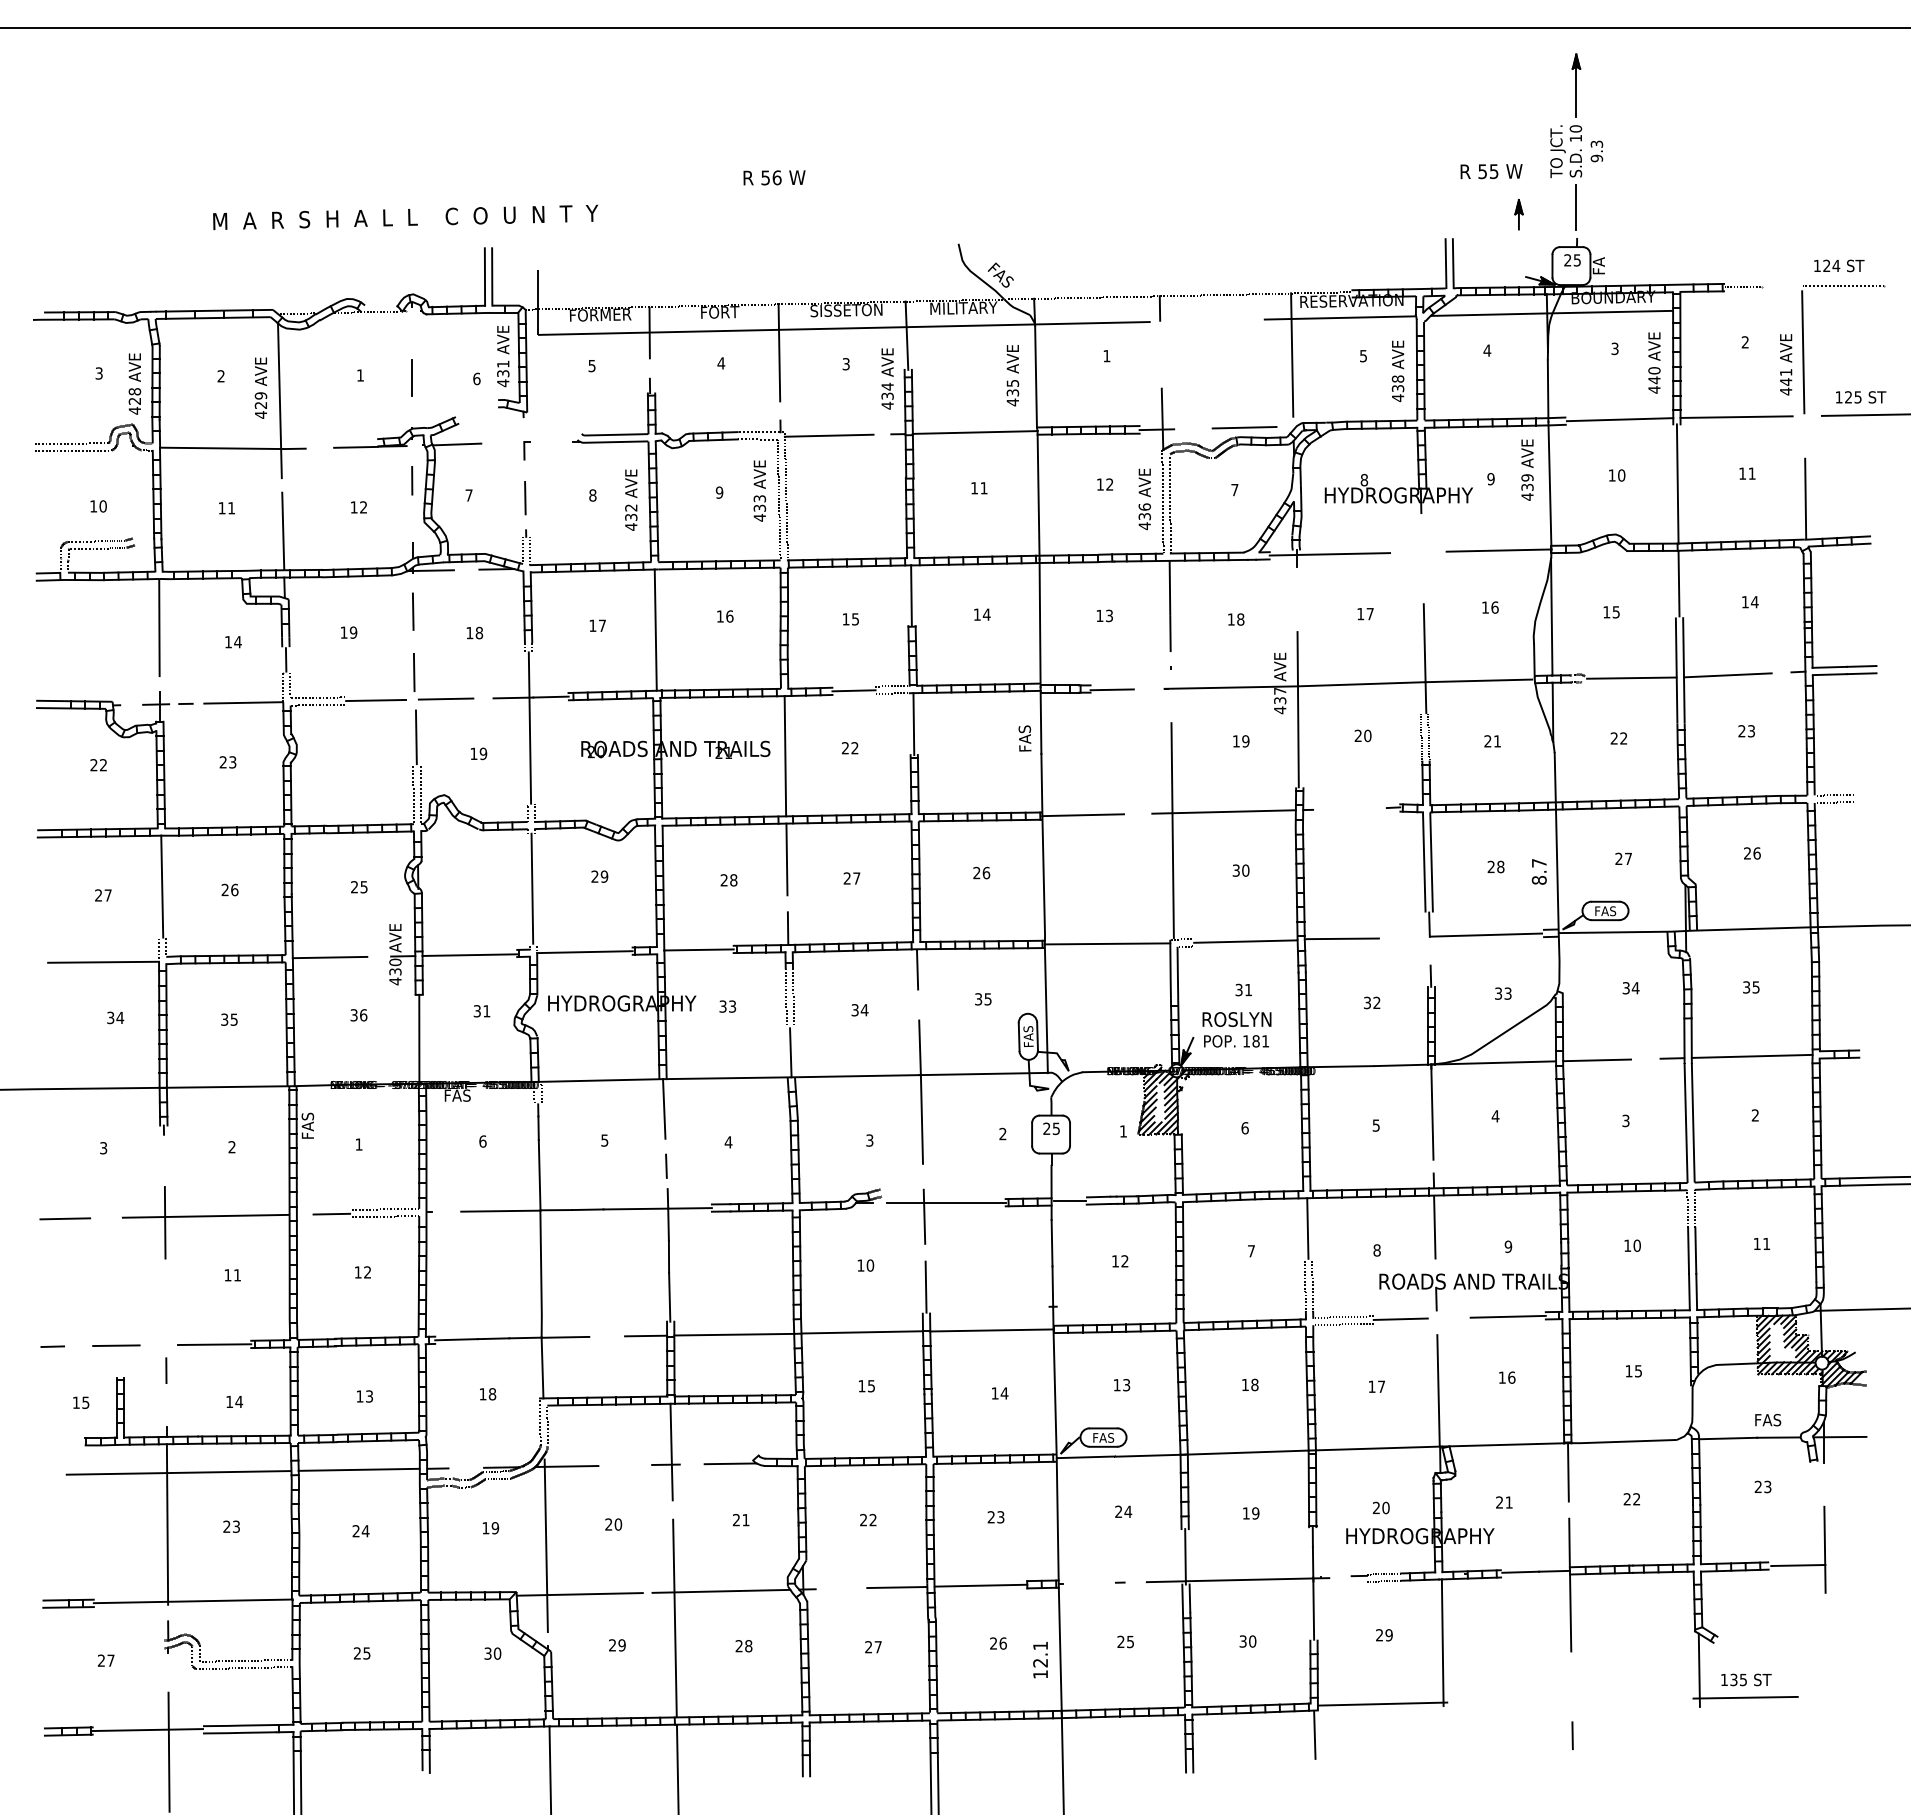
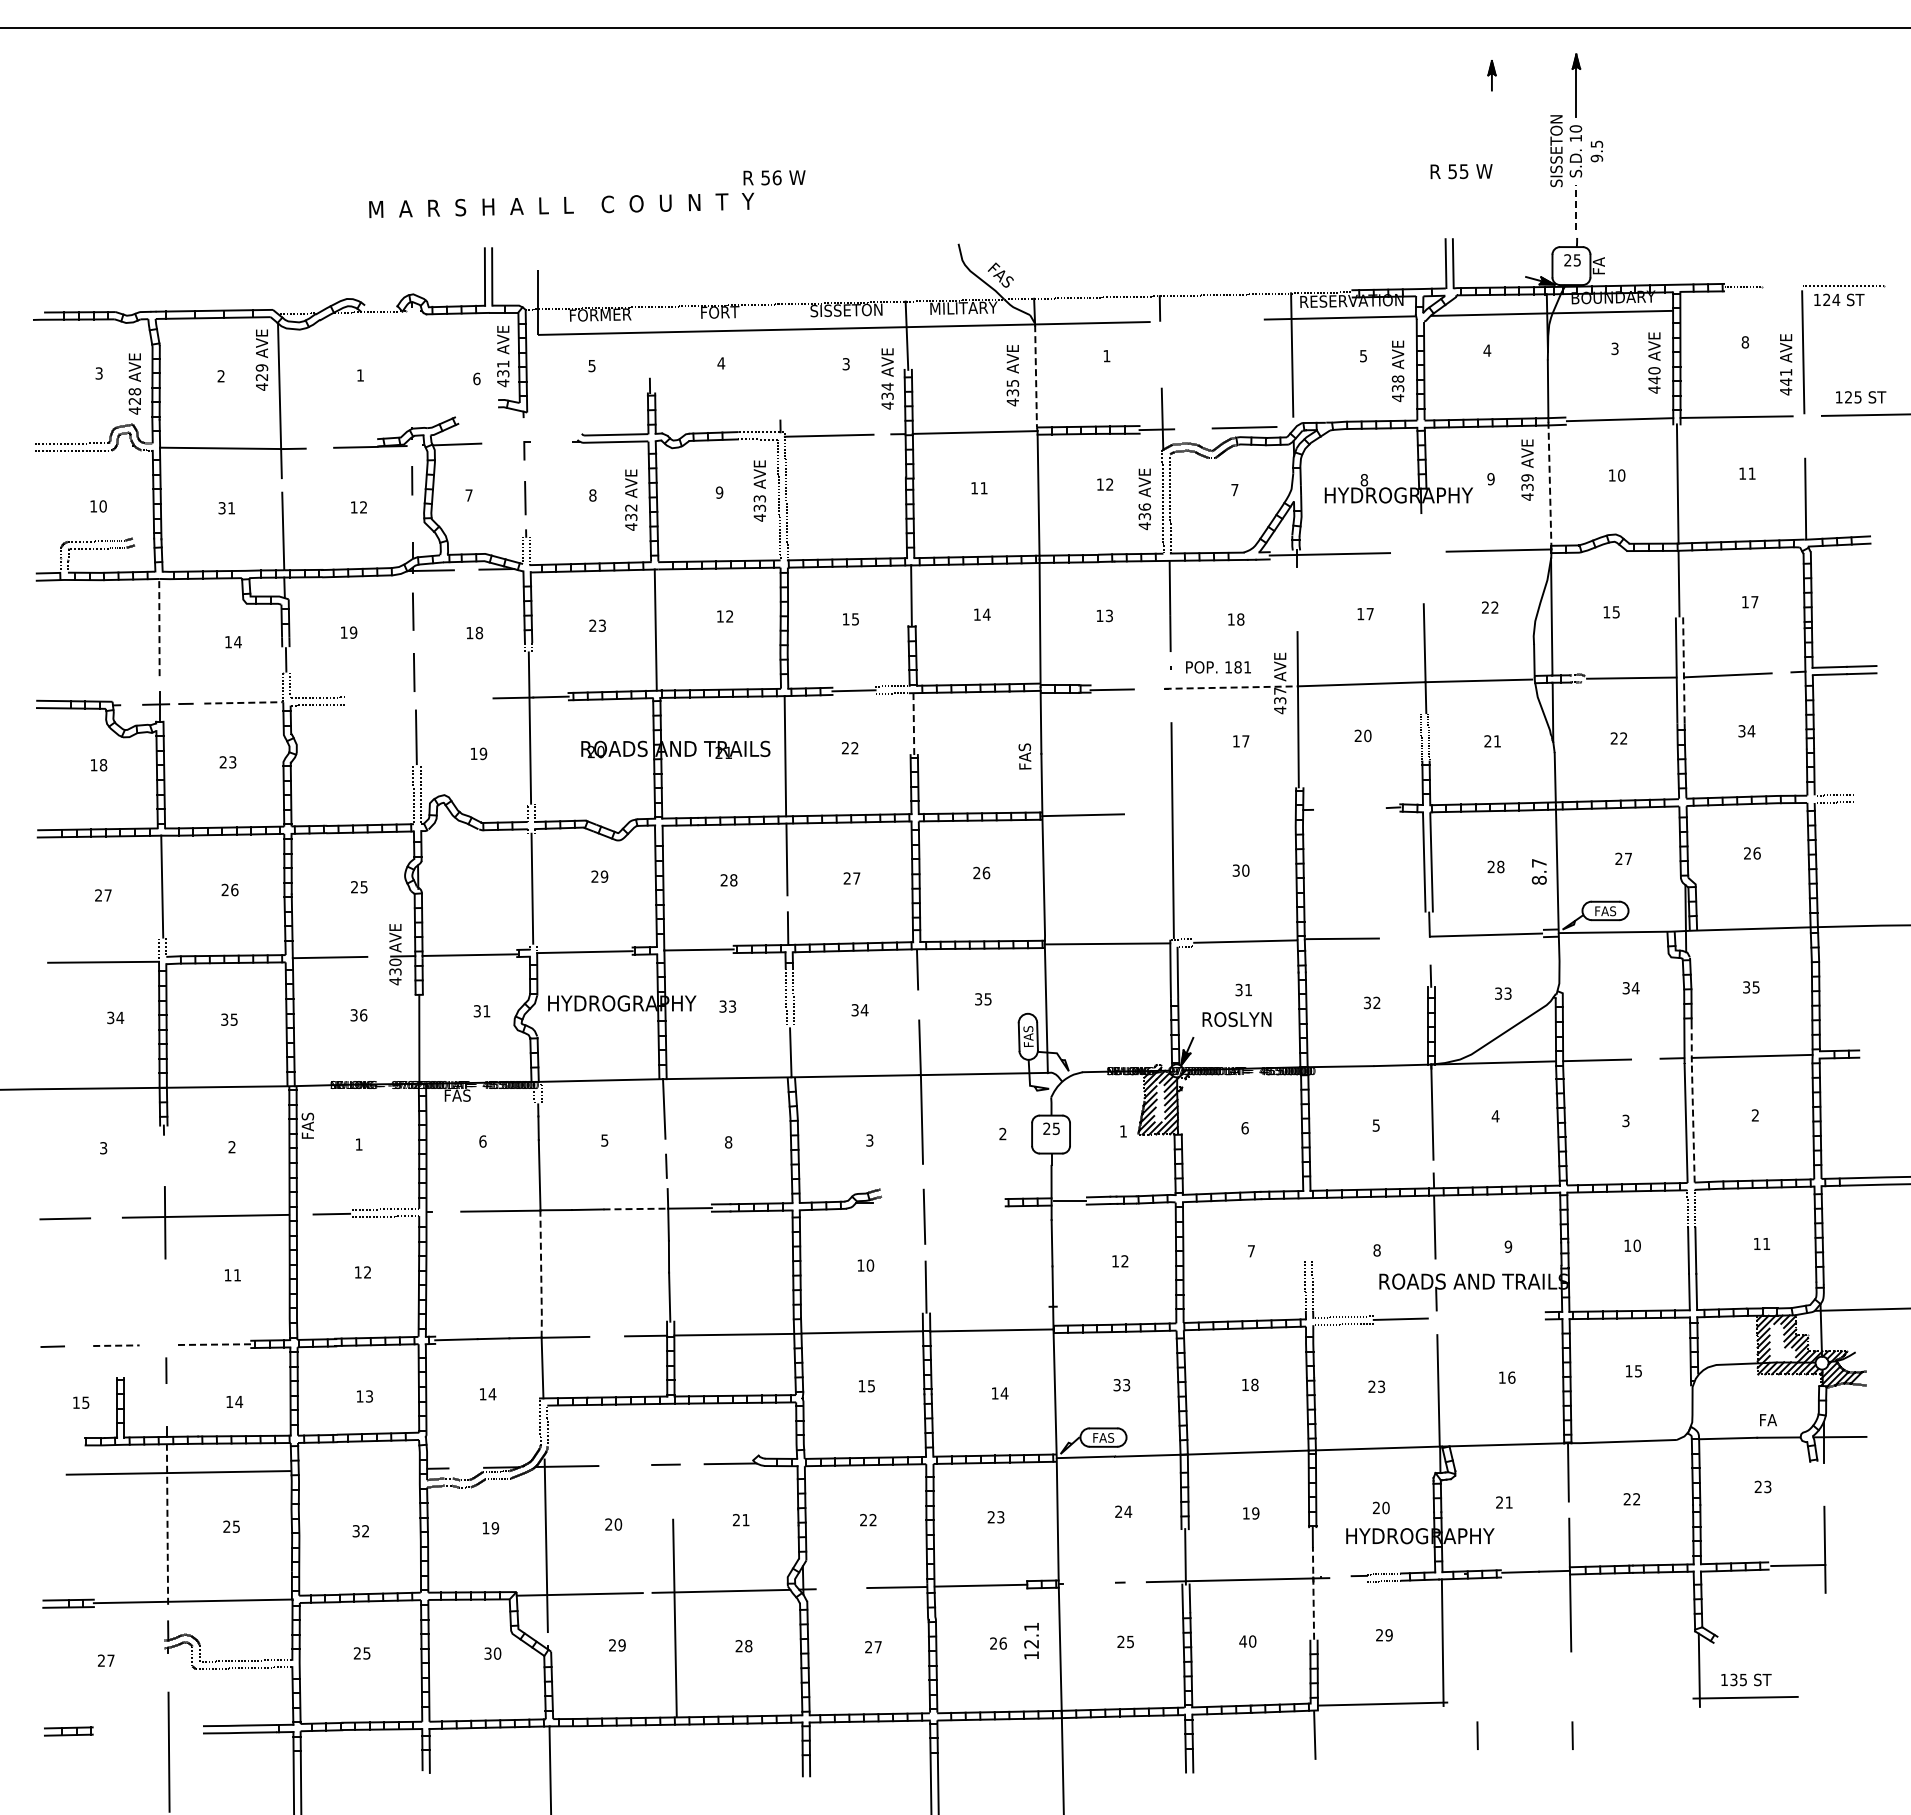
text at (1596, 143): 9.3 -> 9.5
text at (1557, 151): TO JCT. -> SISSETON
text at (1491, 171) position: (1491, 171) -> (1461, 171)
line at (1576, 207): solid -> dashed
part at (1518, 214) position: (1518, 214) -> (1491, 75)
text at (405, 217) position: (405, 217) -> (561, 205)
text at (1839, 265) position: (1839, 265) -> (1839, 299)
line at (649, 332): present -> none
text at (1745, 342): 2 -> 8
line at (779, 352): present -> none
line at (1036, 376): solid -> dashed
line at (411, 377): present -> none
text at (260, 387) position: (260, 387) -> (261, 359)
line at (1549, 485): solid -> dashed
text at (221, 508): 11 -> 31
text at (1754, 602): 14 -> 17
text at (1490, 607): 16 -> 22
text at (729, 616): 16 -> 12
text at (597, 625): 17 -> 23
line at (159, 627): solid -> dashed
line at (1683, 669): solid -> dashed
line at (1231, 687): solid -> dashed
line at (446, 698): present -> none
line at (376, 700): present -> none
line at (243, 702): solid -> dashed
line at (913, 724): solid -> dashed
text at (1746, 731): 23 -> 34
text at (1024, 738) position: (1024, 738) -> (1024, 756)
text at (1245, 741): 19 -> 17
text at (98, 765): 22 -> 18
line at (1223, 811): present -> none
text at (1236, 1041) position: (1236, 1041) -> (1218, 667)
line at (1692, 1103): solid -> dashed
text at (728, 1142): 4 -> 8
line at (945, 1202): present -> none
line at (636, 1209): solid -> dashed
line at (1307, 1228): present -> none
line at (541, 1273): solid -> dashed
line at (1507, 1316): present -> none
line at (214, 1344): solid -> dashed
line at (116, 1345): solid -> dashed
text at (1116, 1385): 13 -> 33
text at (1376, 1386): 17 -> 23
text at (492, 1394): 18 -> 14
text at (1768, 1419): FAS -> FA
line at (671, 1451): present -> none
line at (358, 1469): present -> none
line at (167, 1524): solid -> dashed
text at (236, 1526): 23 -> 25
text at (360, 1531): 24 -> 32
line at (1313, 1592): solid -> dashed
text at (1243, 1641): 30 -> 40
text at (1040, 1660) position: (1040, 1660) -> (1031, 1641)
line at (147, 1730): present -> none
line at (1477, 1735): none -> present
line at (677, 1768): present -> none
